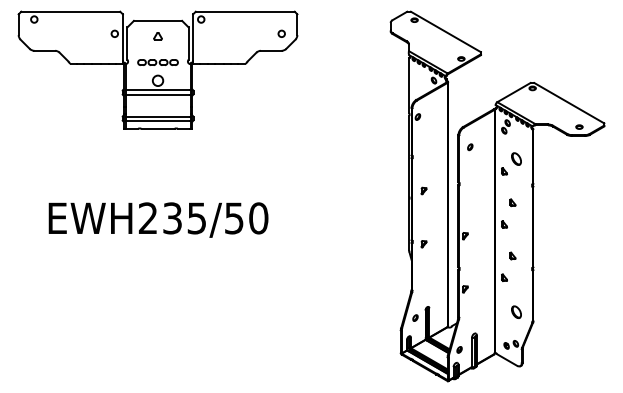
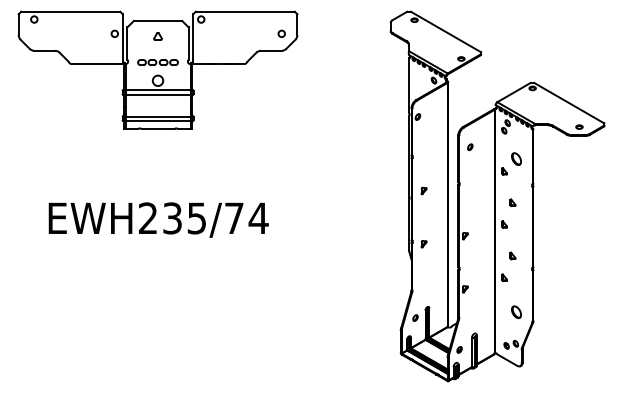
text at (246, 218): EWH235/50 -> EWH235/74
